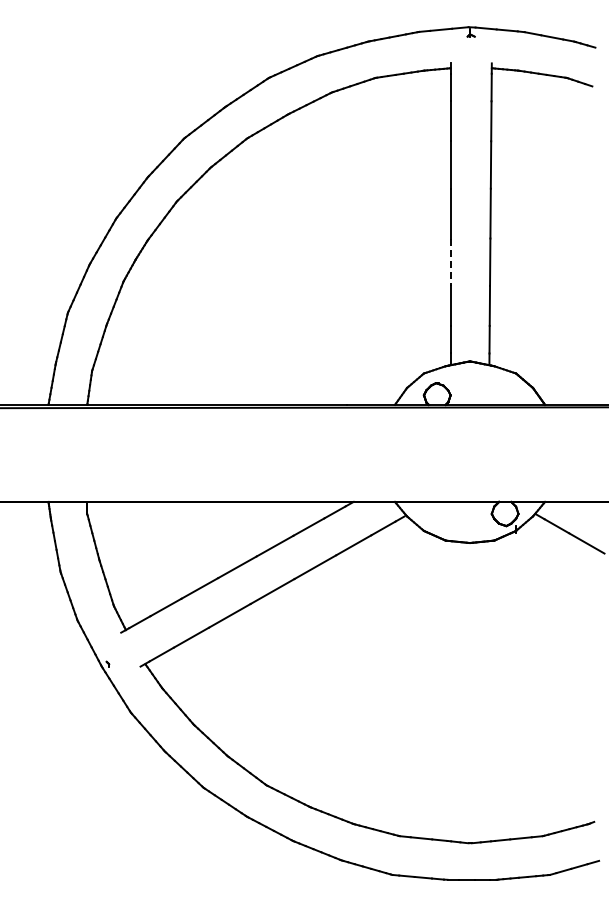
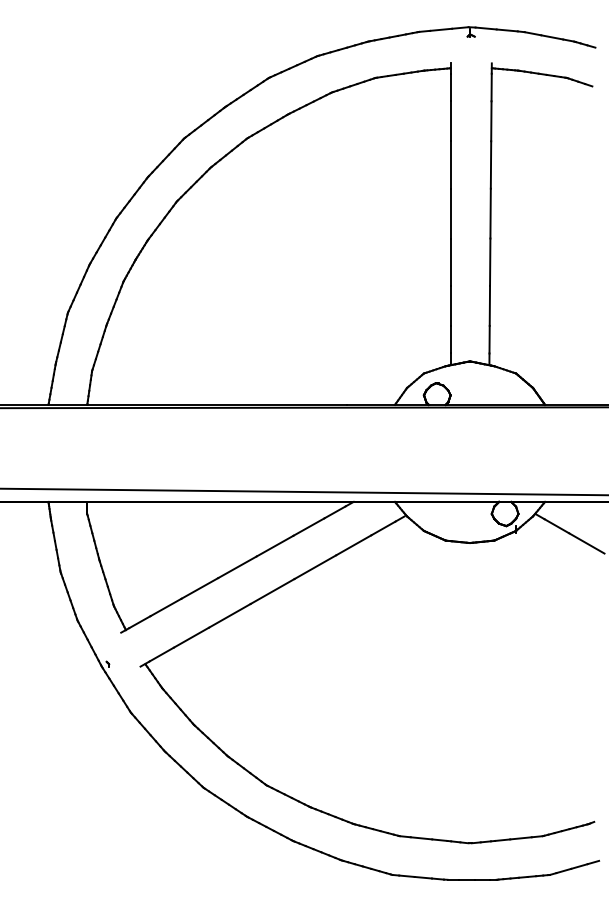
line at (450, 262): dashed -> solid
line at (303, 491): none -> present
